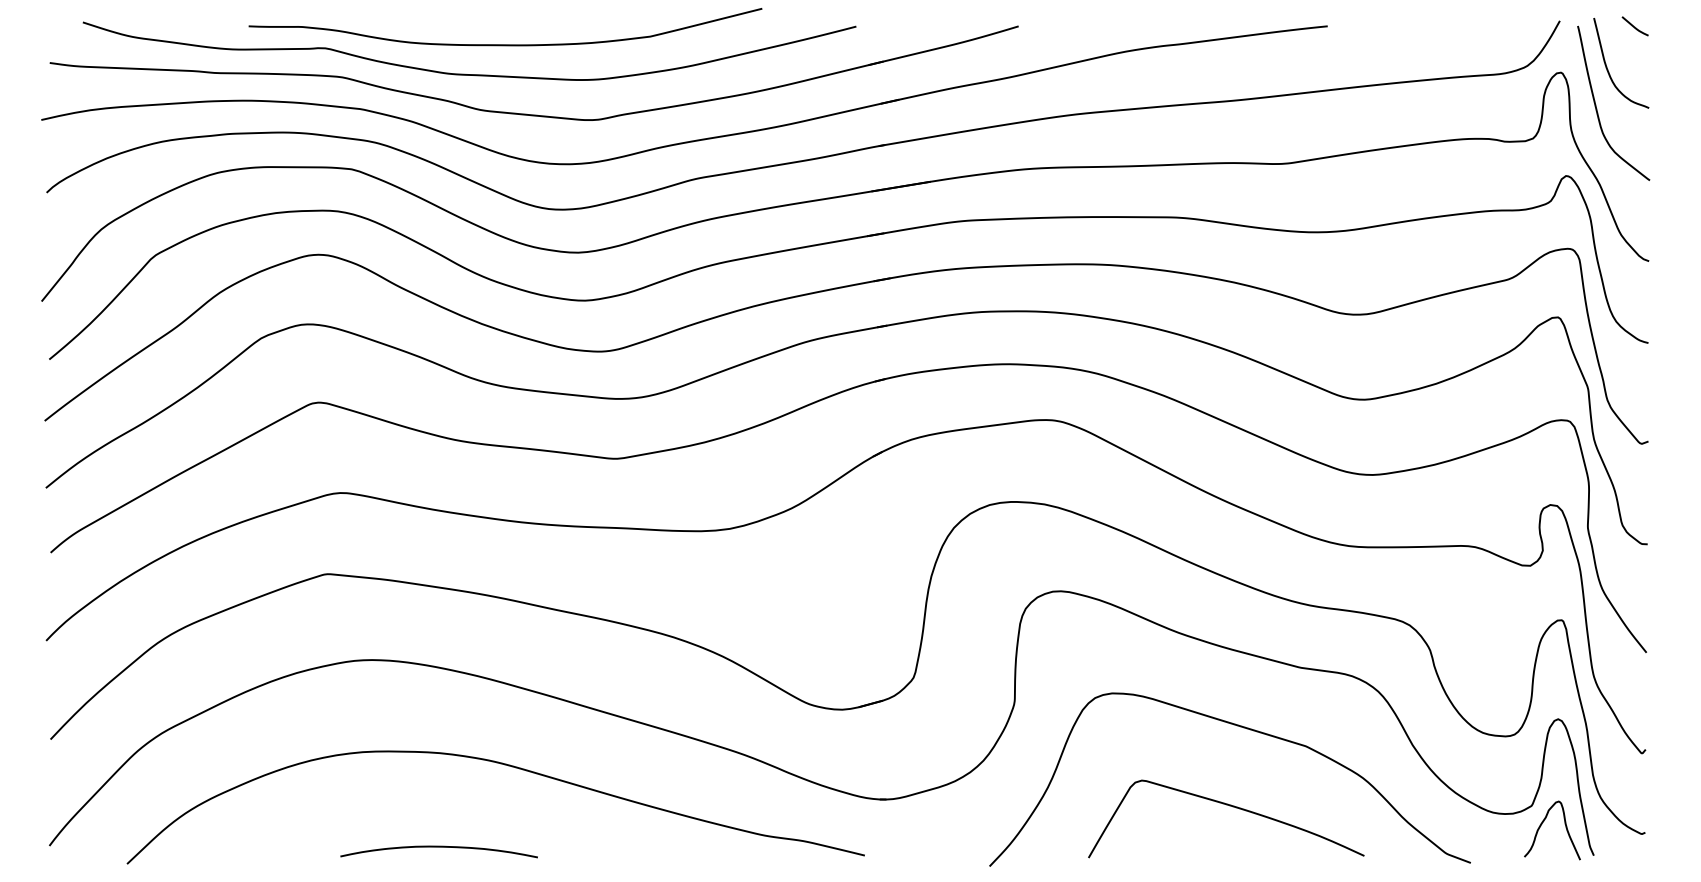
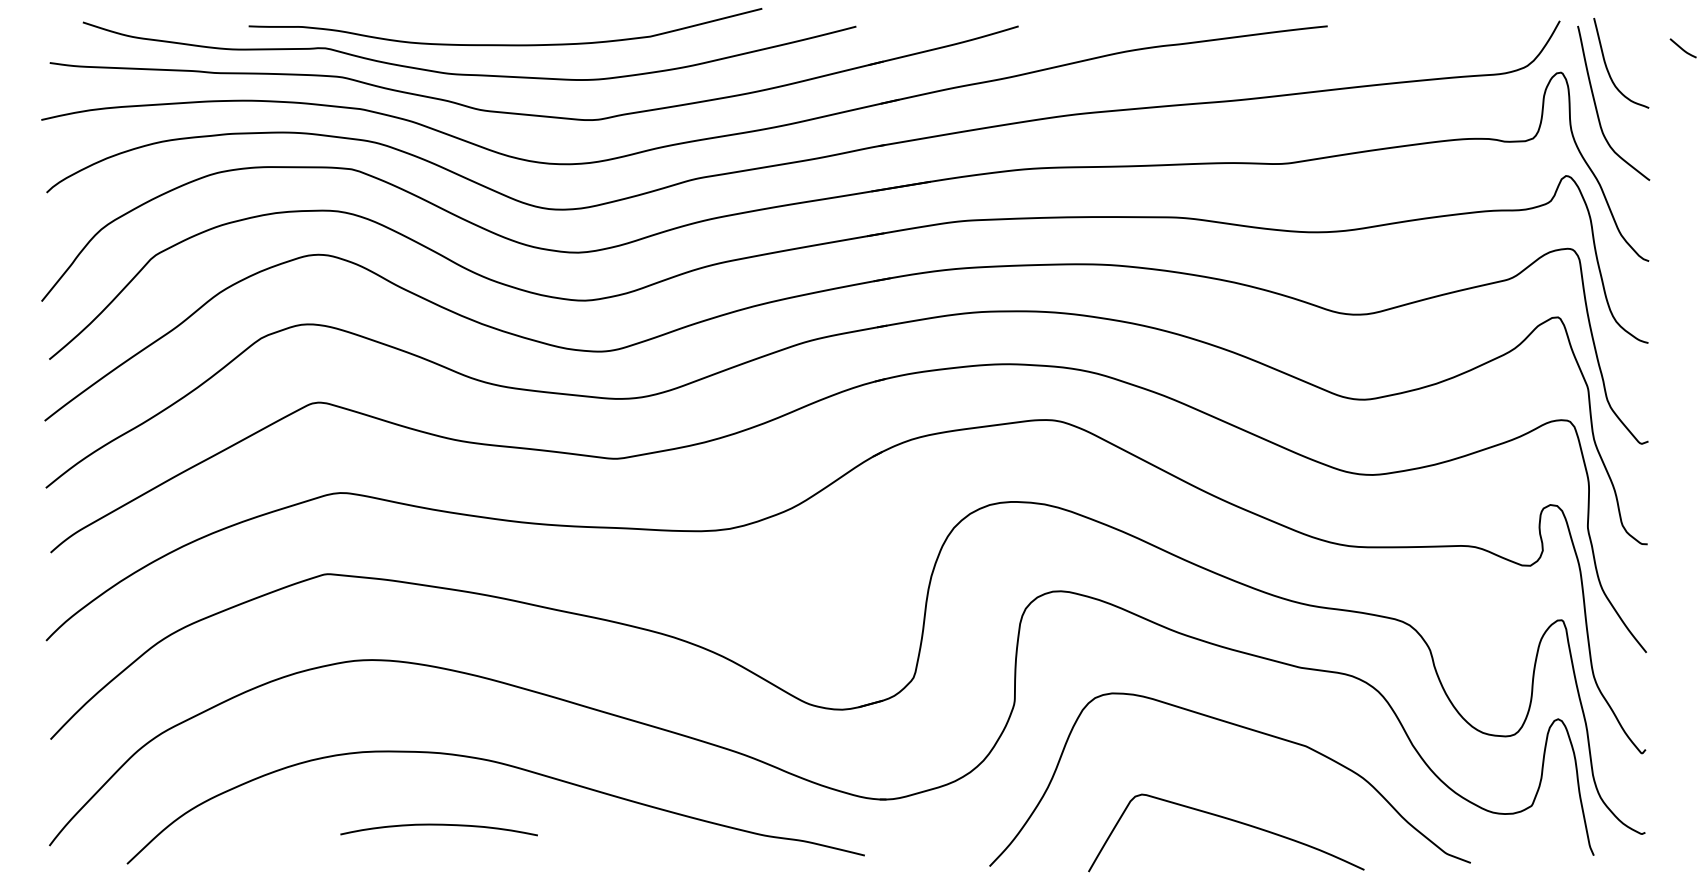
curve at (1634, 26) position: (1634, 26) -> (1682, 48)
curve at (1229, 806) position: (1229, 806) -> (1229, 820)
curve at (1542, 824): present -> none
curve at (438, 847) position: (438, 847) -> (438, 825)
